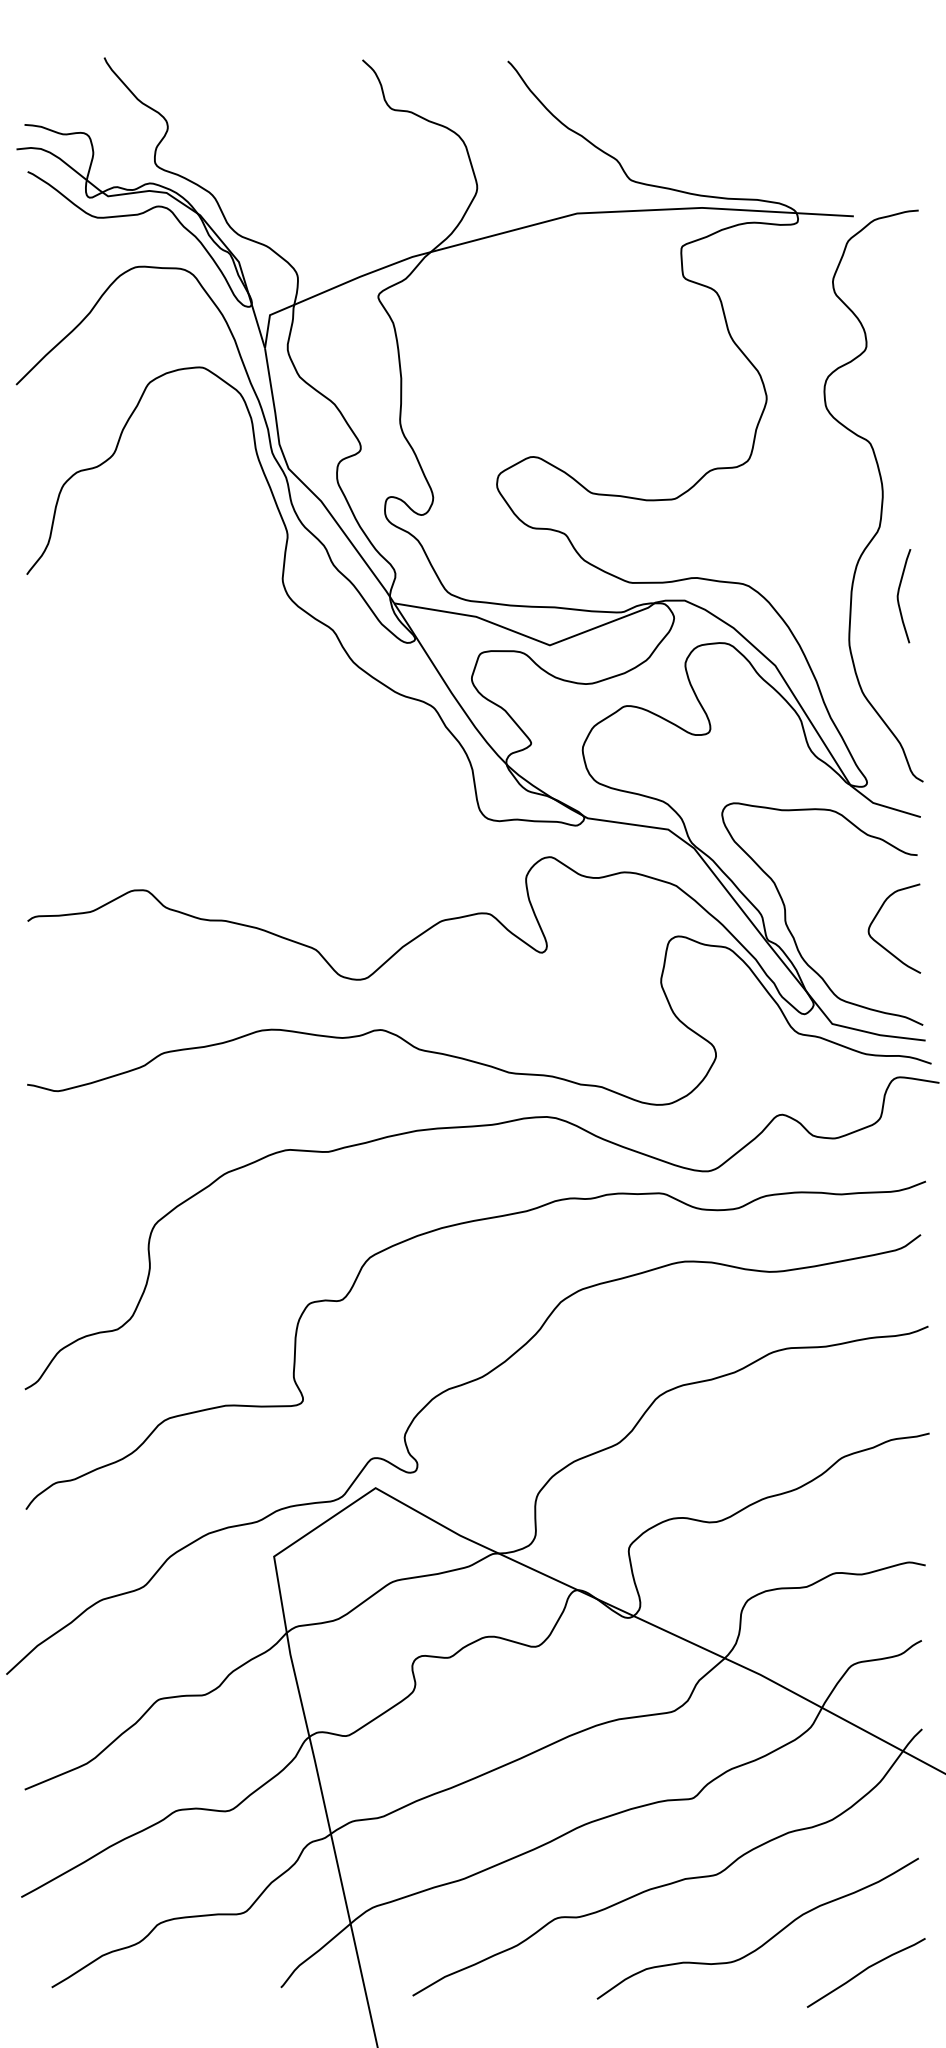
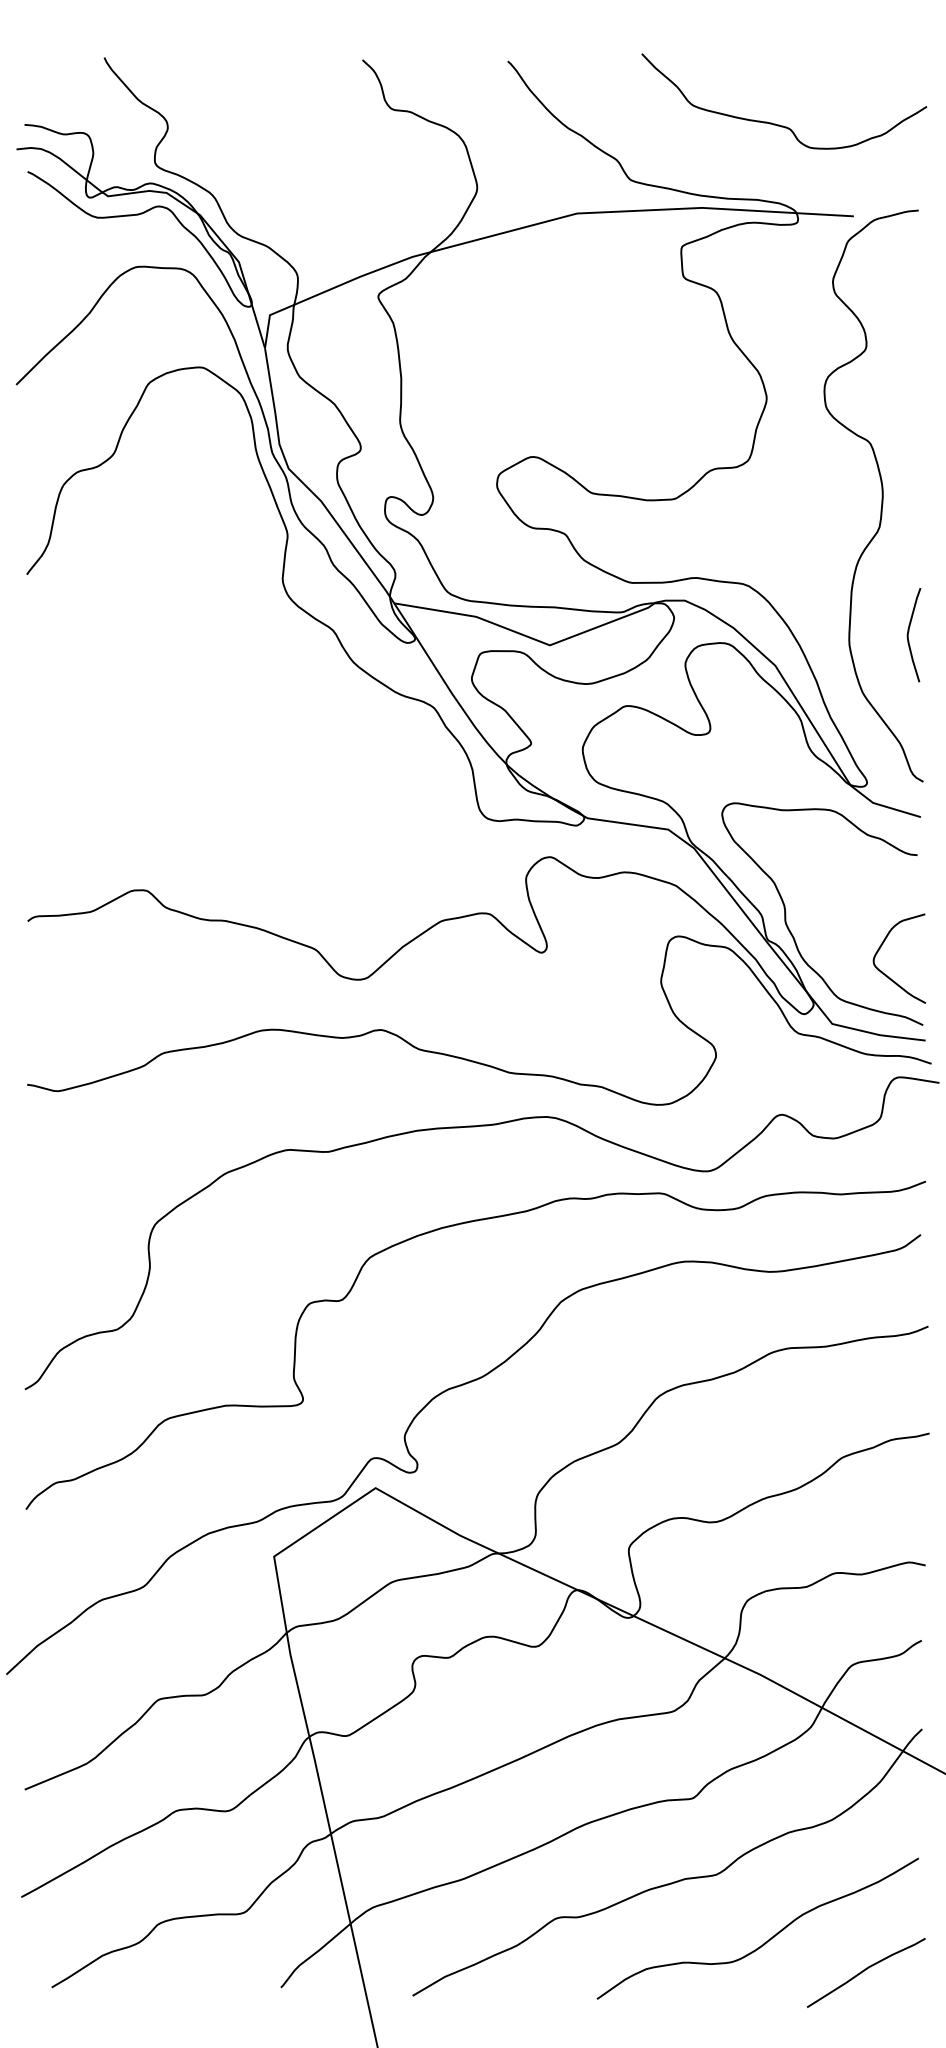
curve at (779, 124): none -> present
curve at (898, 596) position: (898, 596) -> (908, 635)
curve at (881, 944) position: (881, 944) -> (886, 974)
